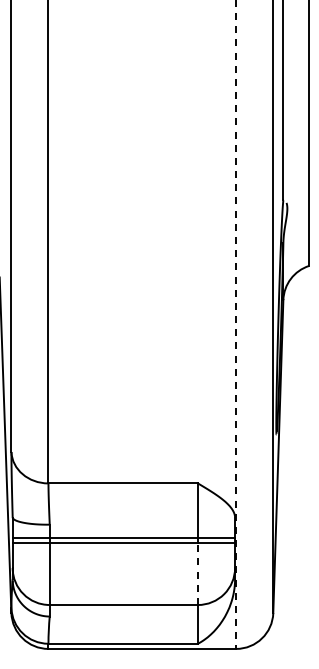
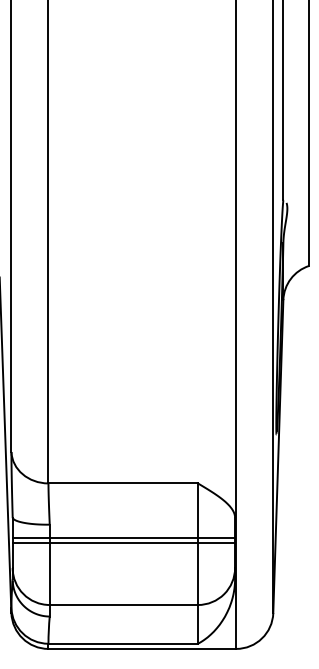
line at (236, 324): dashed -> solid
line at (198, 574): dashed -> solid
